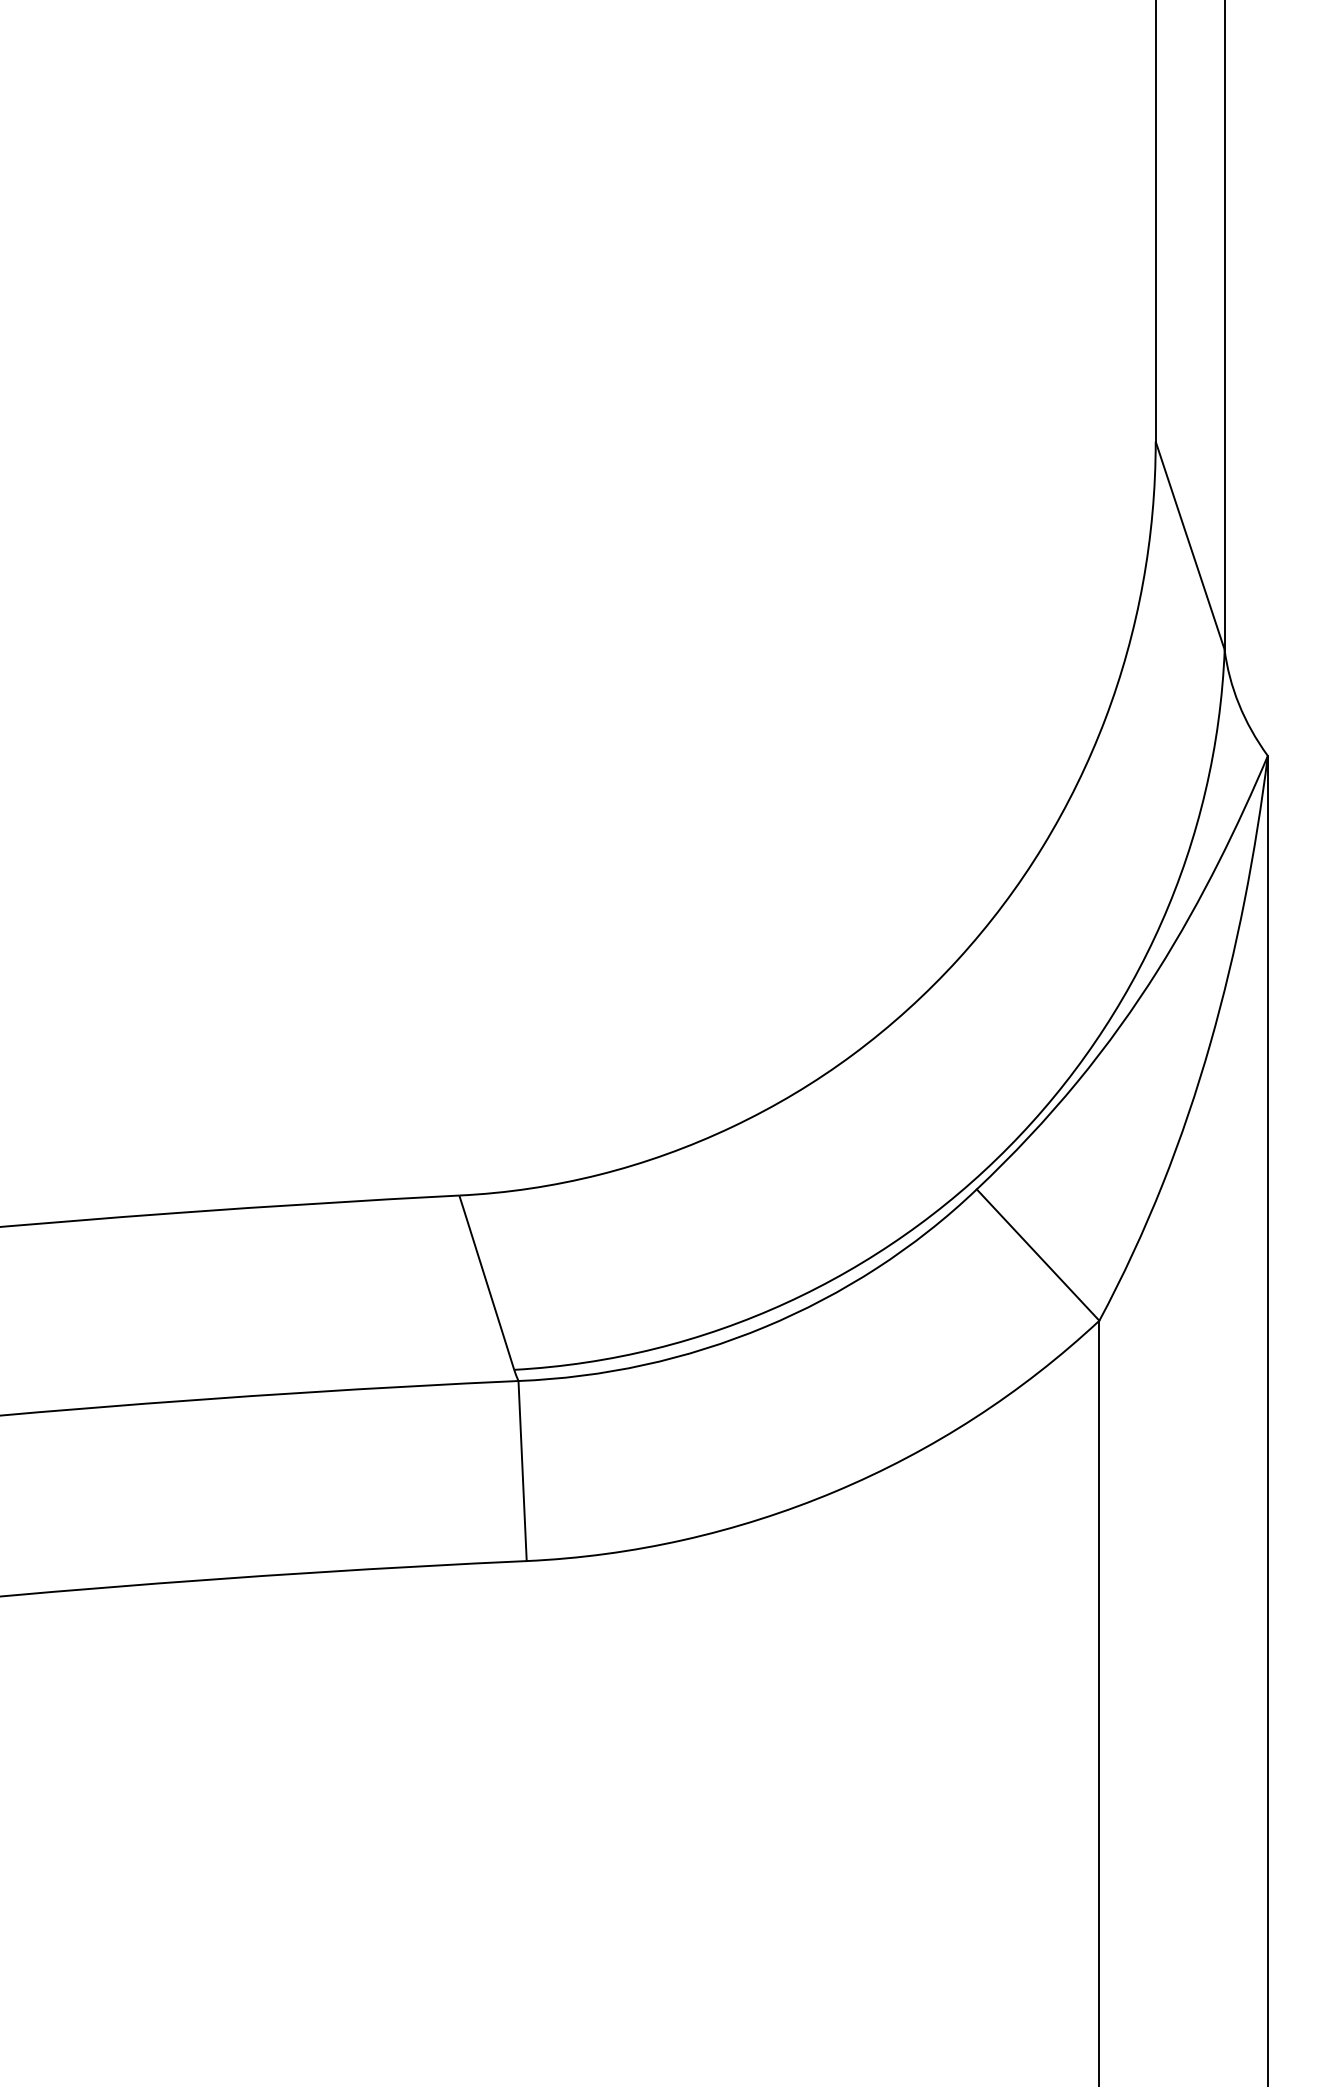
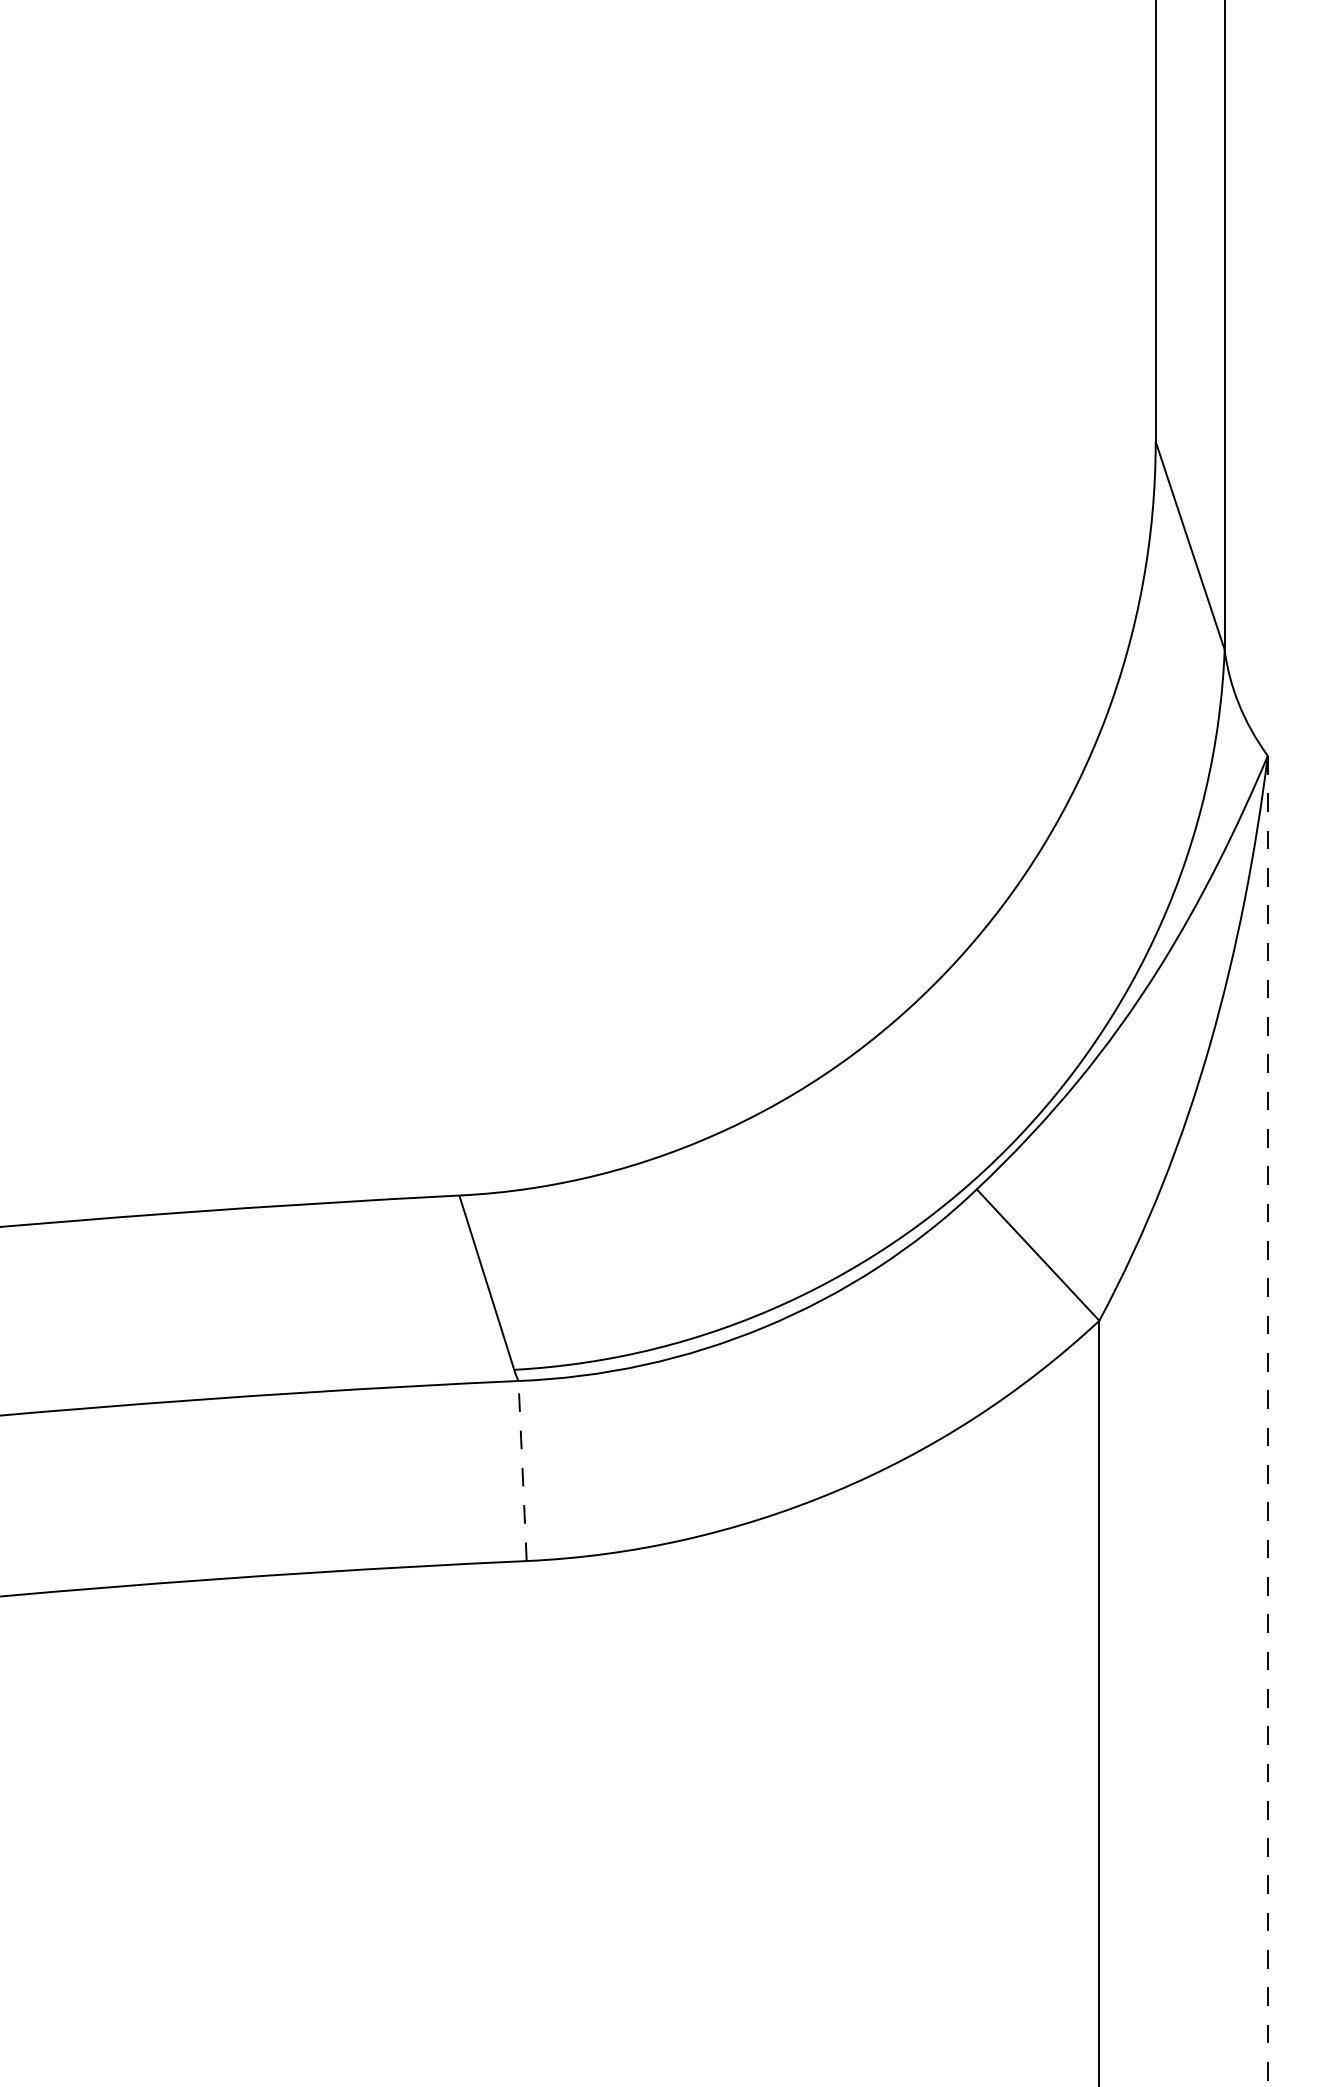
line at (1267, 1421): solid -> dashed
line at (522, 1470): solid -> dashed
